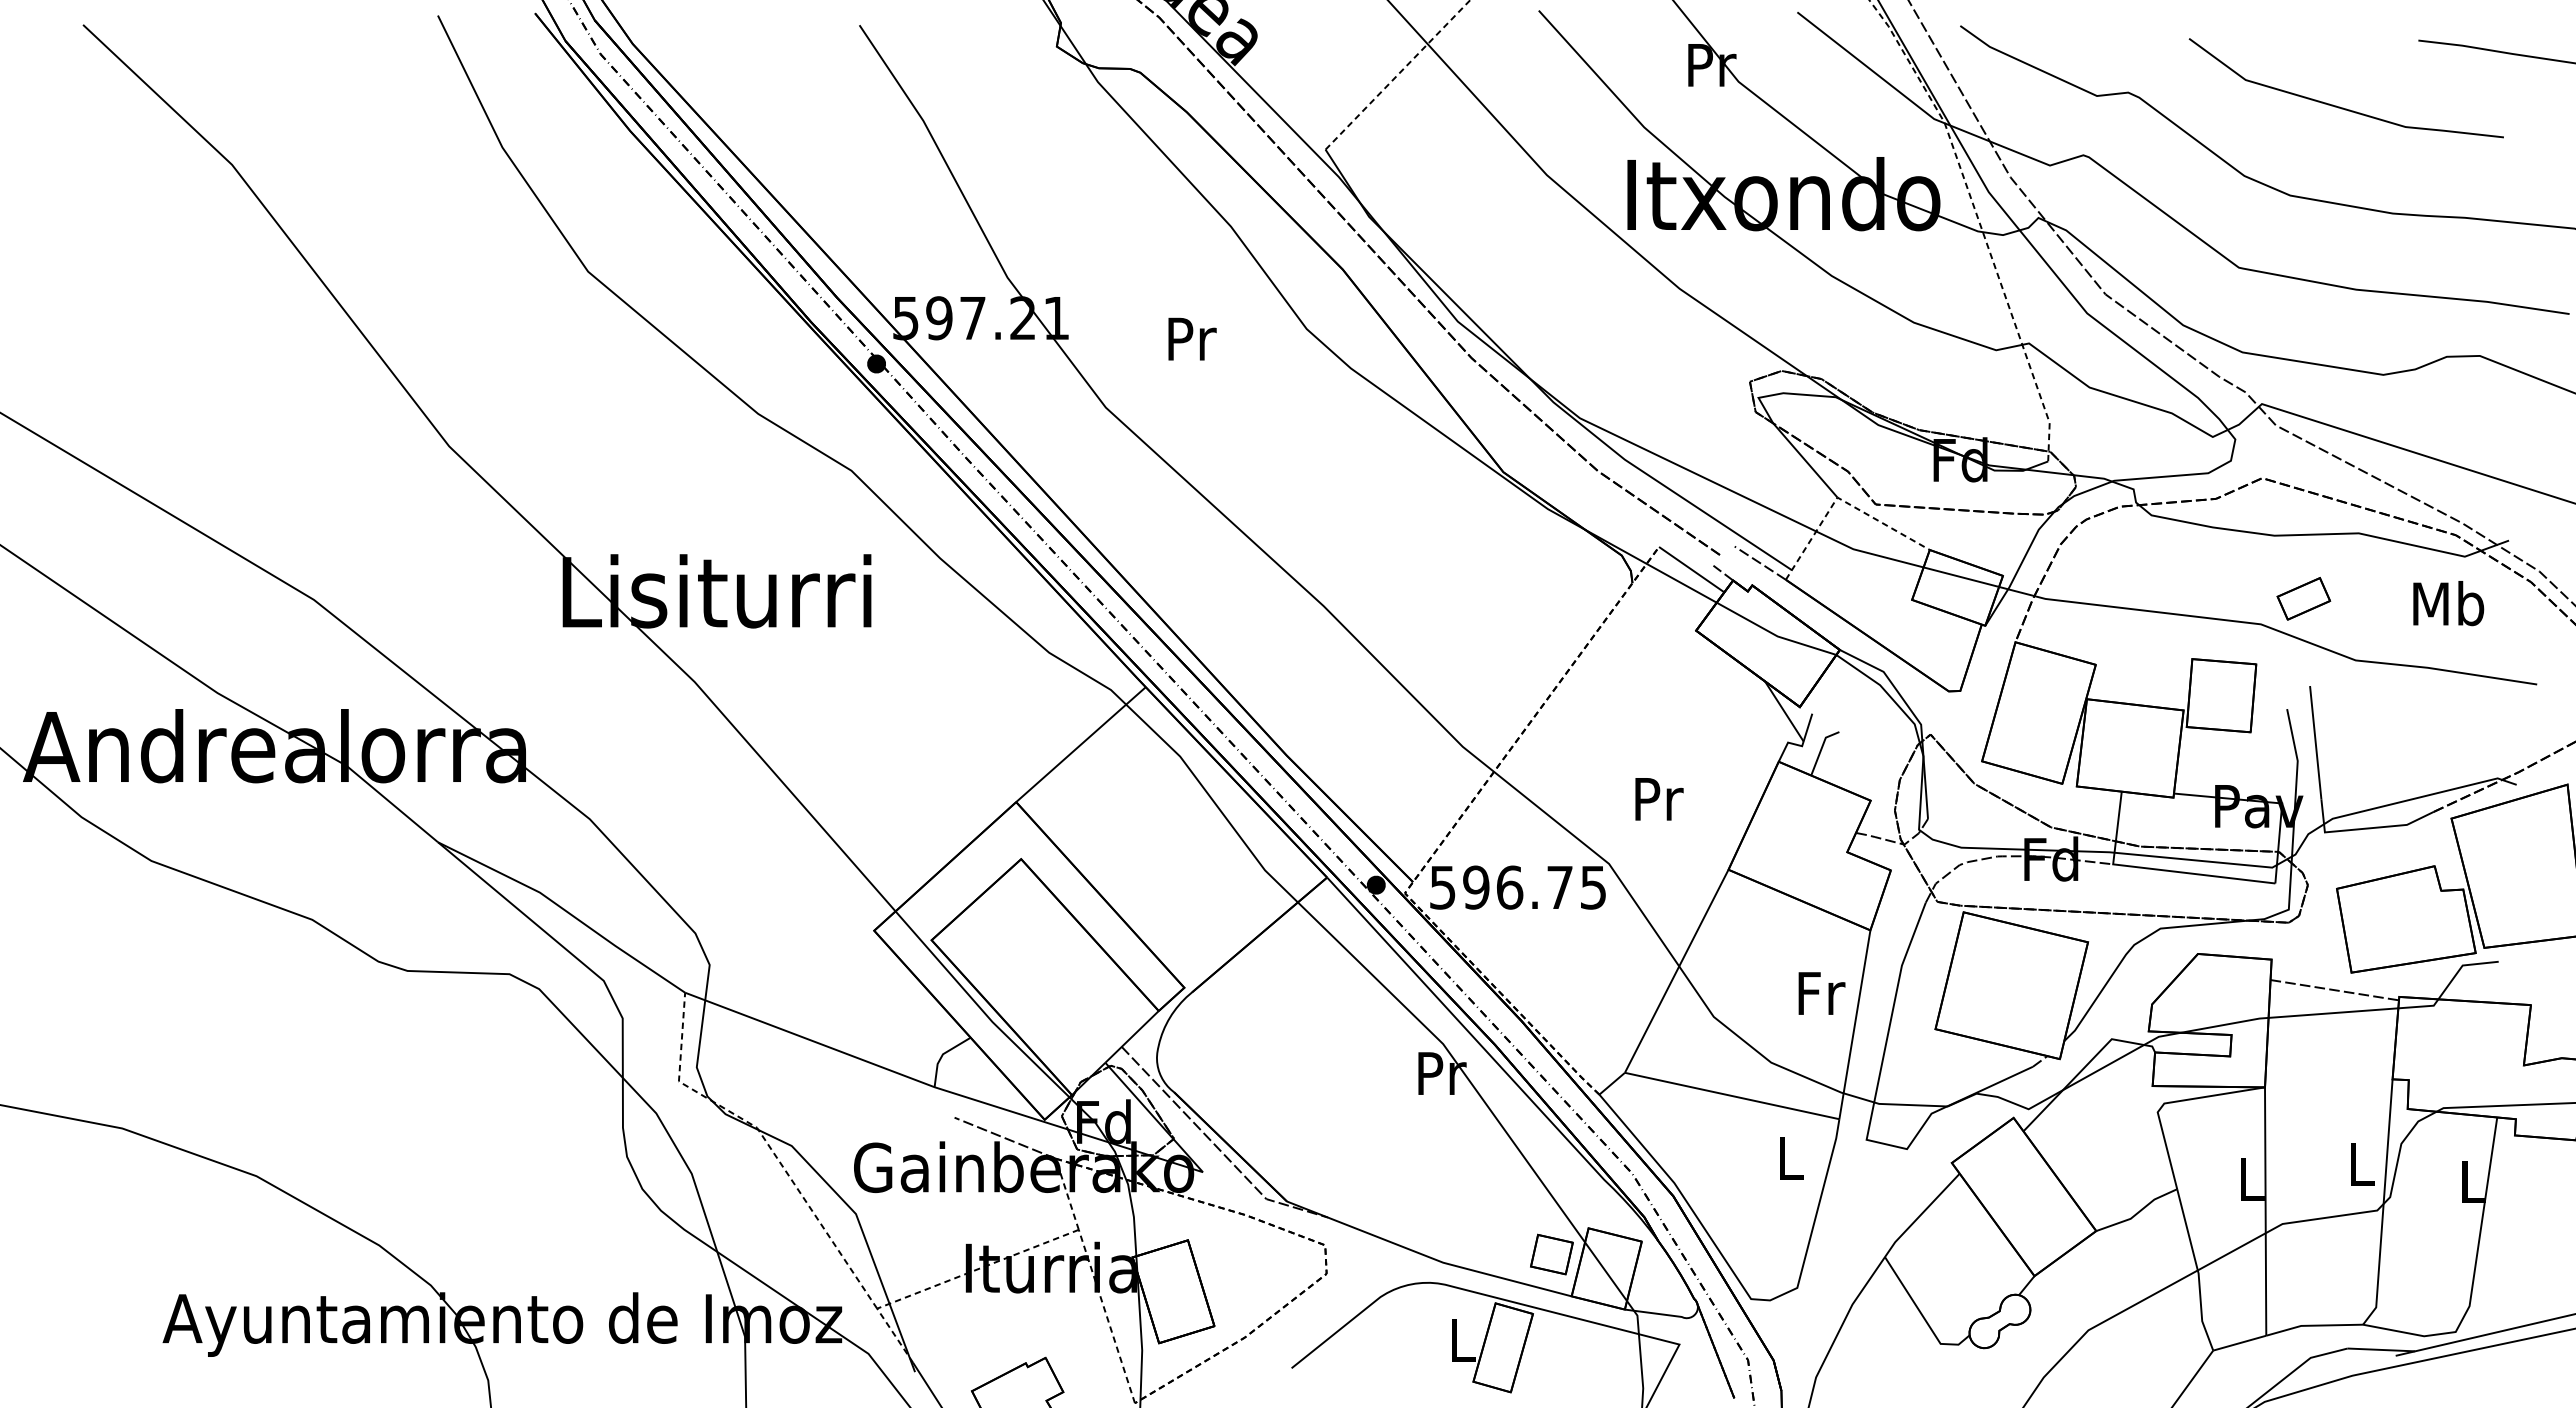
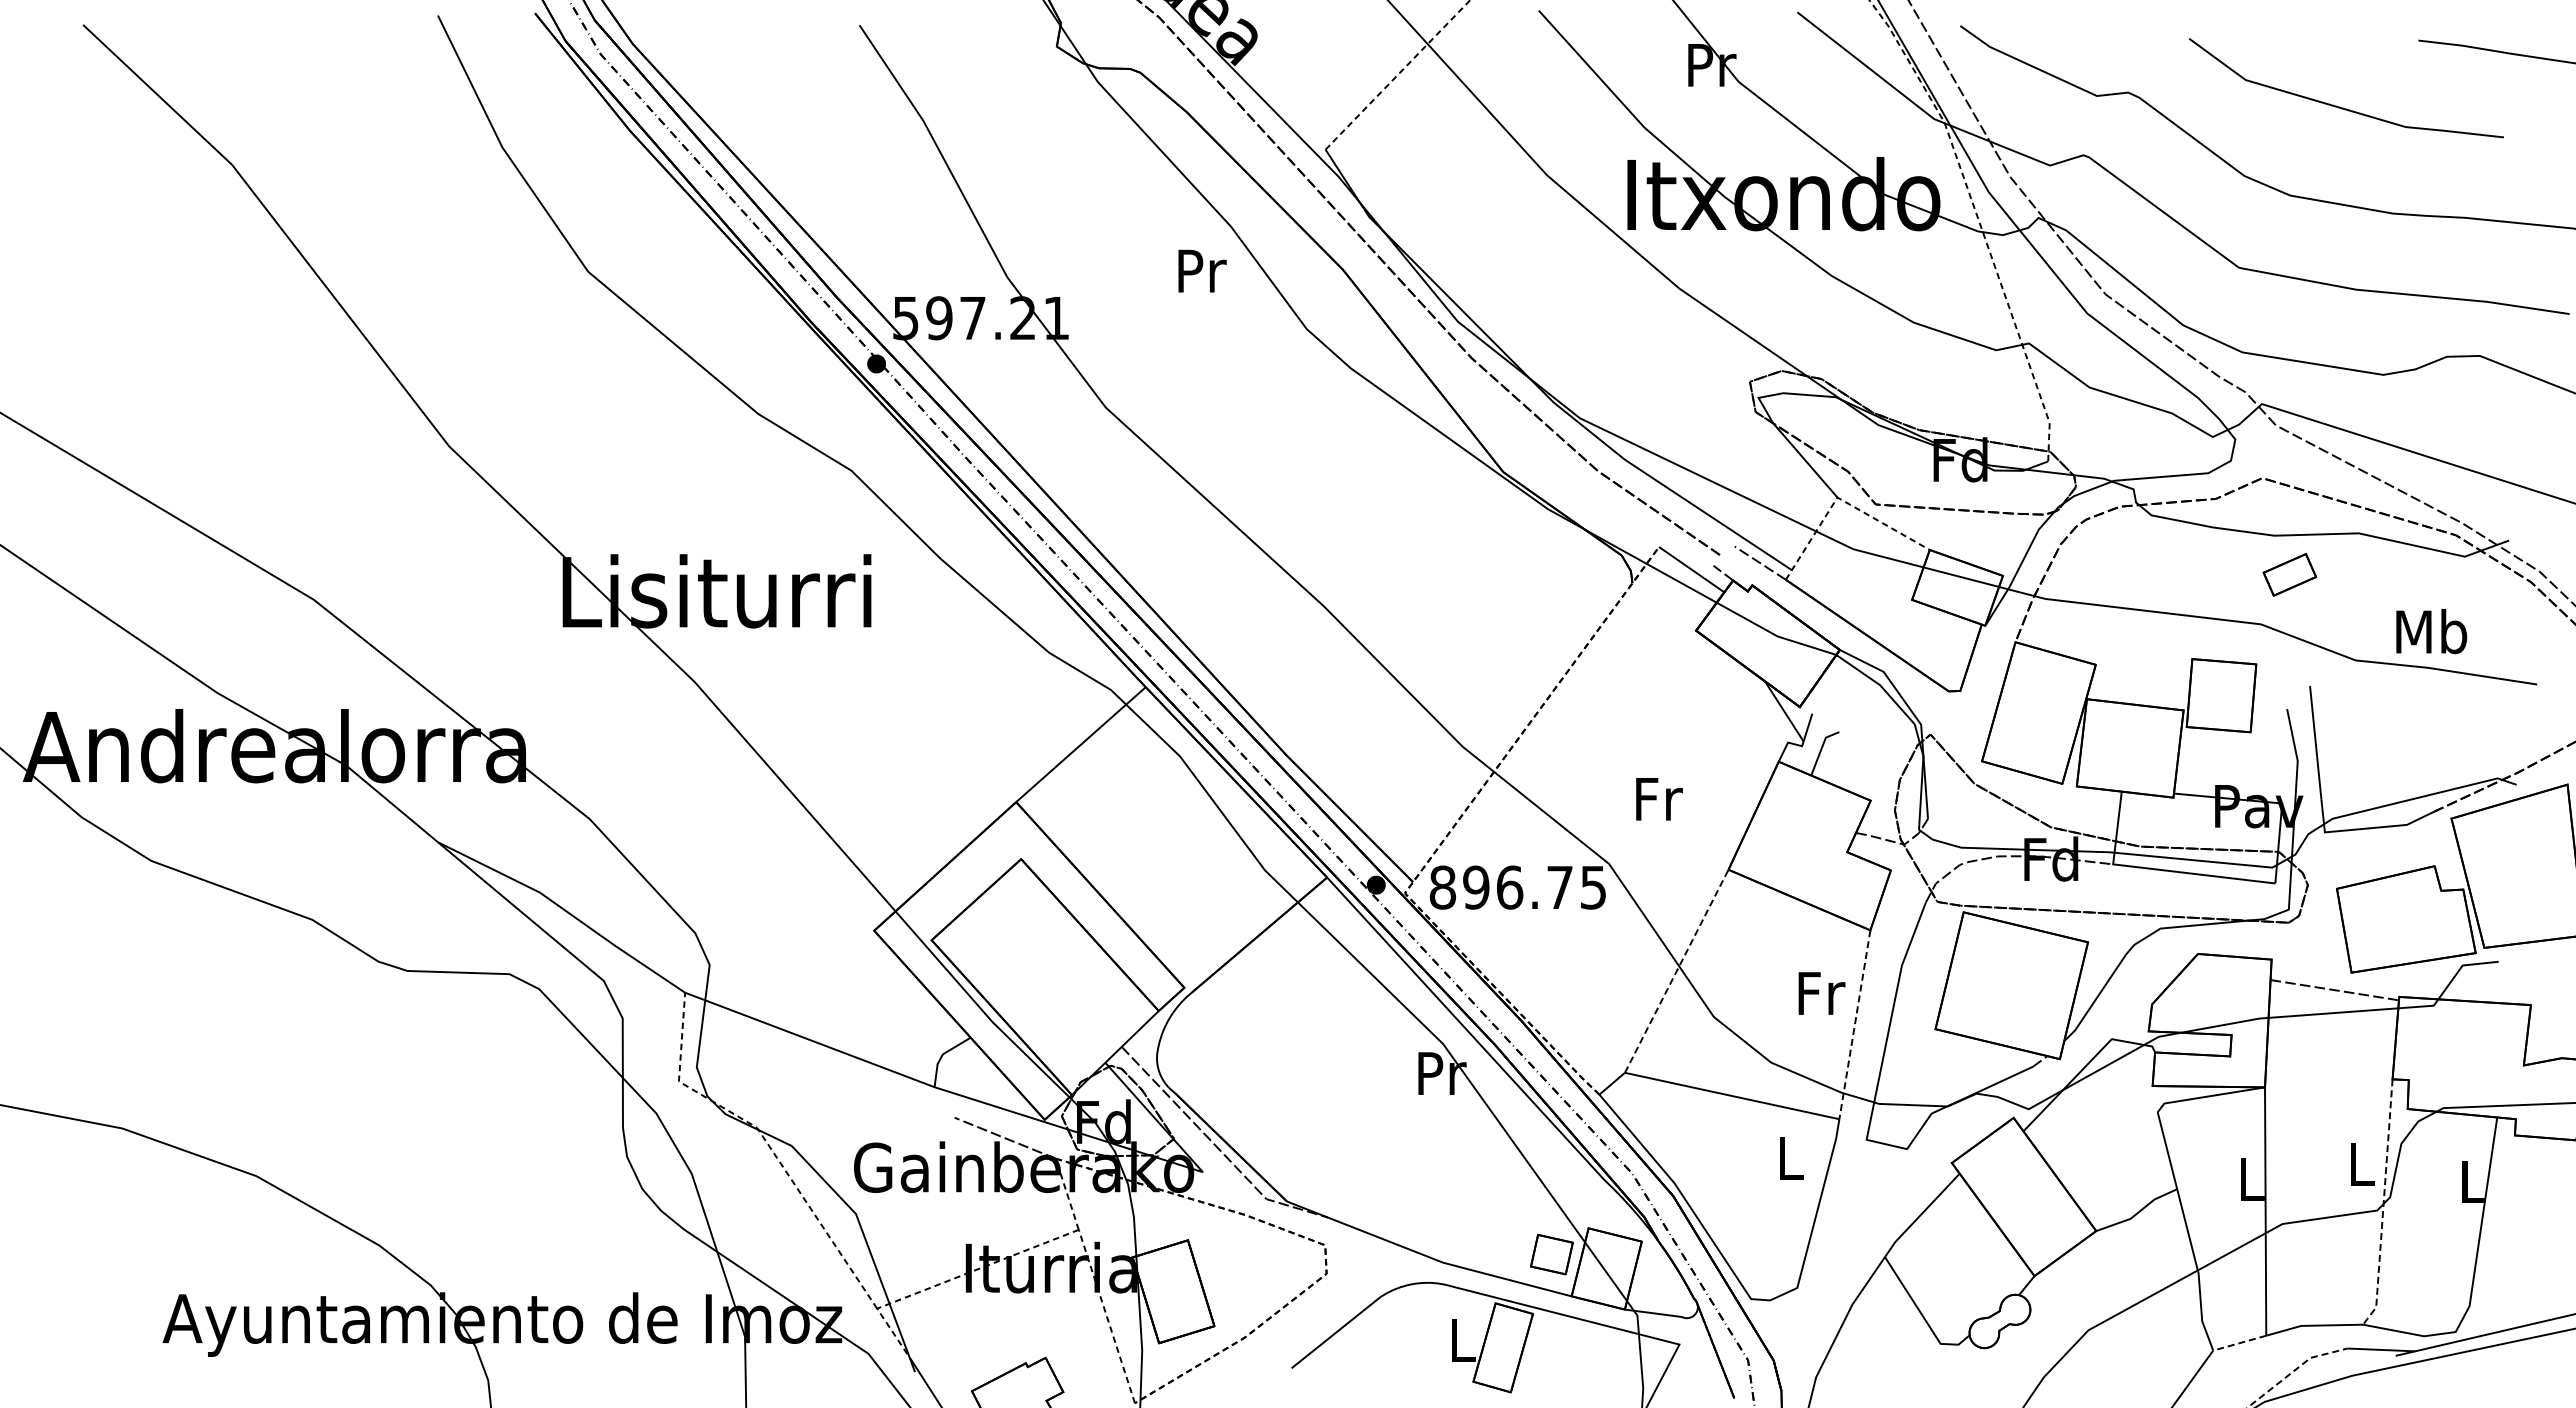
text at (1192, 338) position: (1192, 338) -> (1202, 270)
part at (2303, 598) position: (2303, 598) -> (2289, 574)
text at (2448, 603) position: (2448, 603) -> (2431, 631)
text at (1659, 799): Pr -> Fr
text at (1442, 887): 596.75 -> 896.75
line at (1676, 971): solid -> dashed
line at (1854, 1024): solid -> dashed
line at (2383, 1204): solid -> dashed
line at (2239, 1343): solid -> dashed
line at (2295, 1370): solid -> dashed
